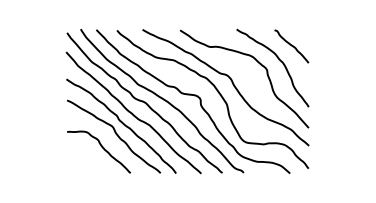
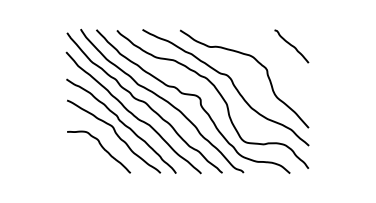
curve at (279, 60): present -> none
